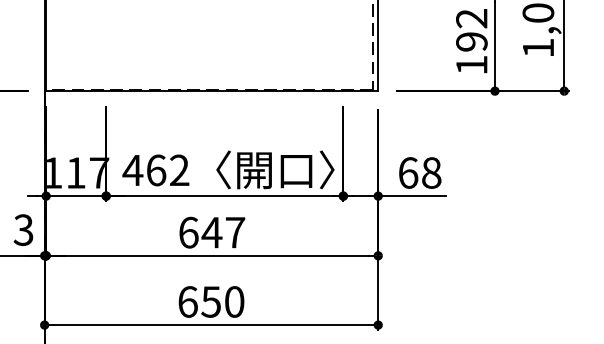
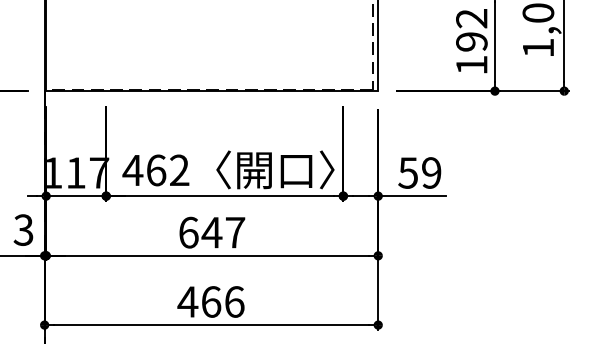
text at (419, 172): 68 -> 59
text at (210, 301): 650 -> 466
